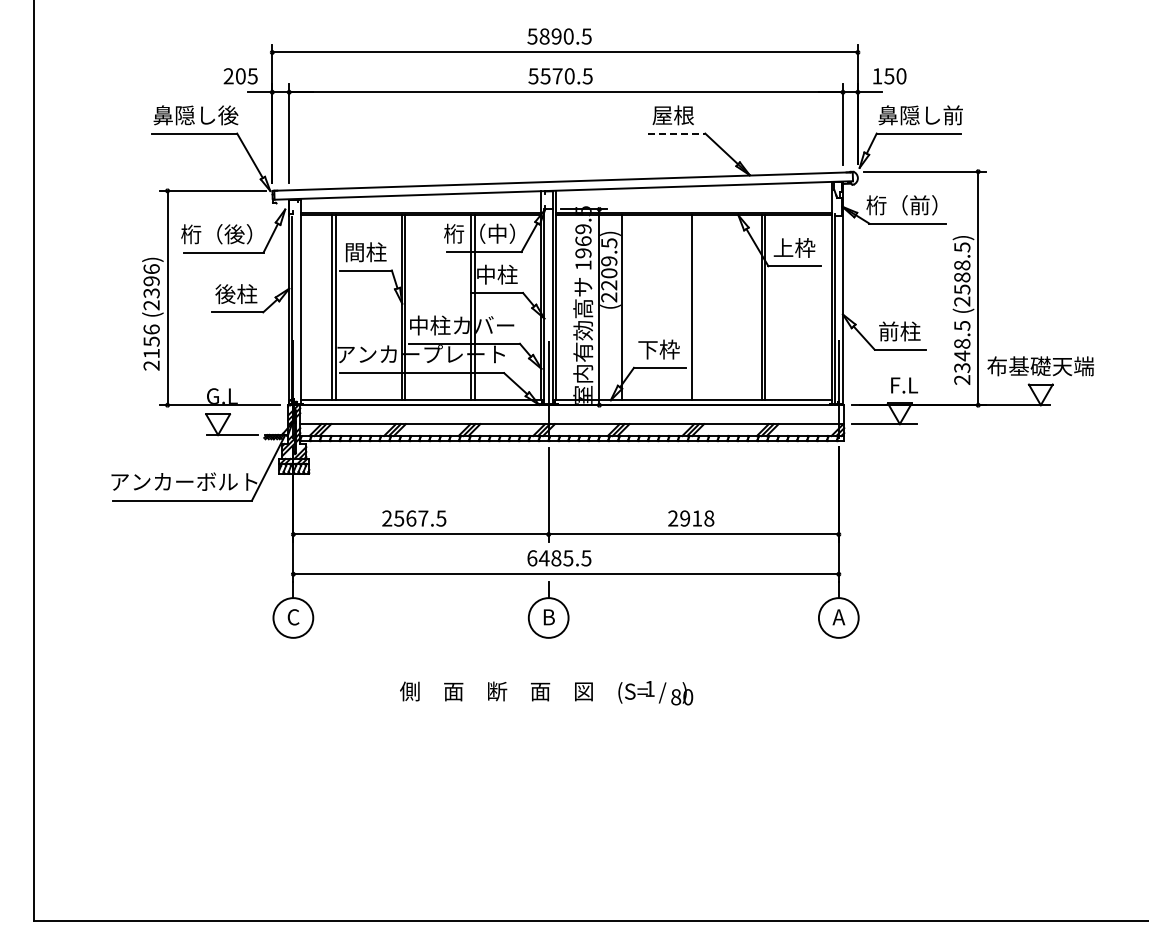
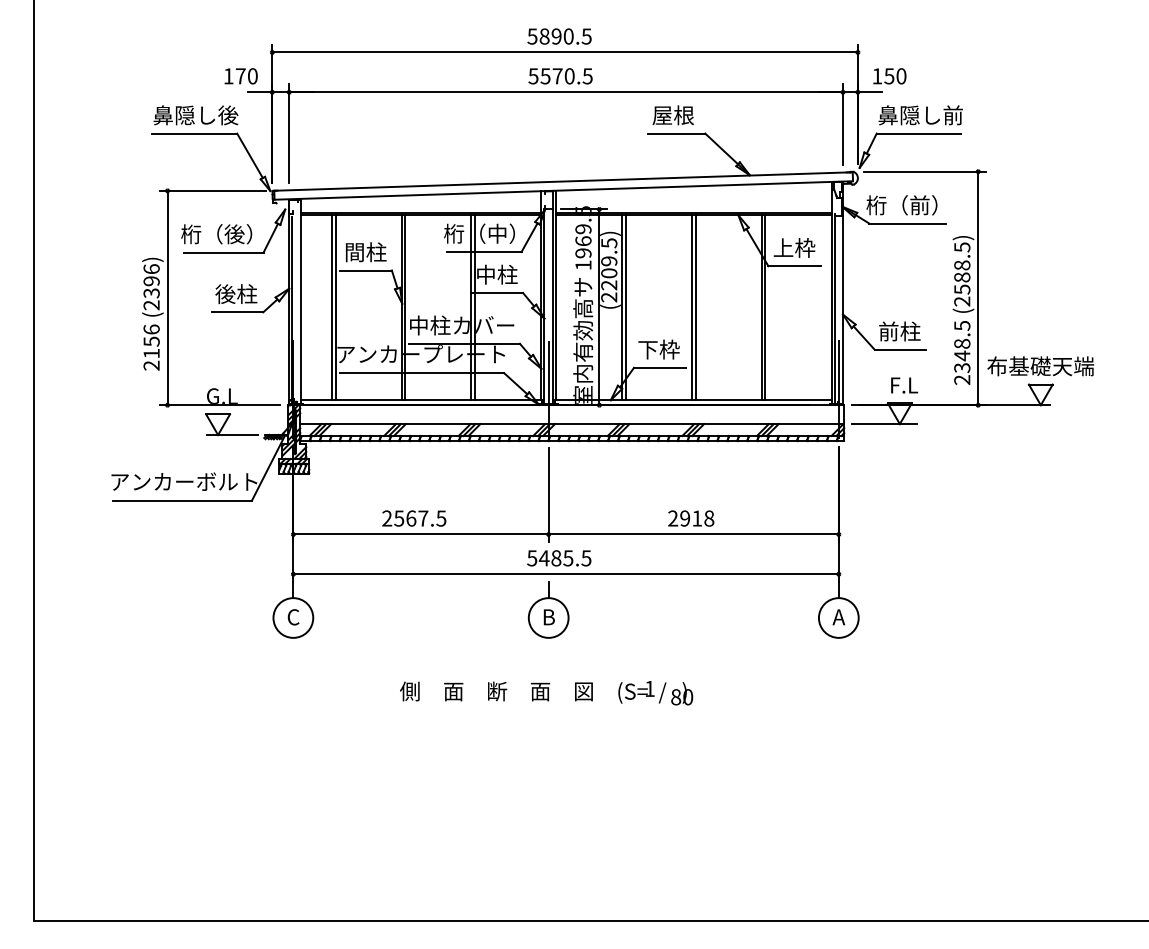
text at (240, 76): 205 -> 170
line at (677, 133): dashed -> solid
line at (625, 307): none -> present
line at (695, 307): none -> present
text at (532, 558): 6485.5 -> 5485.5
